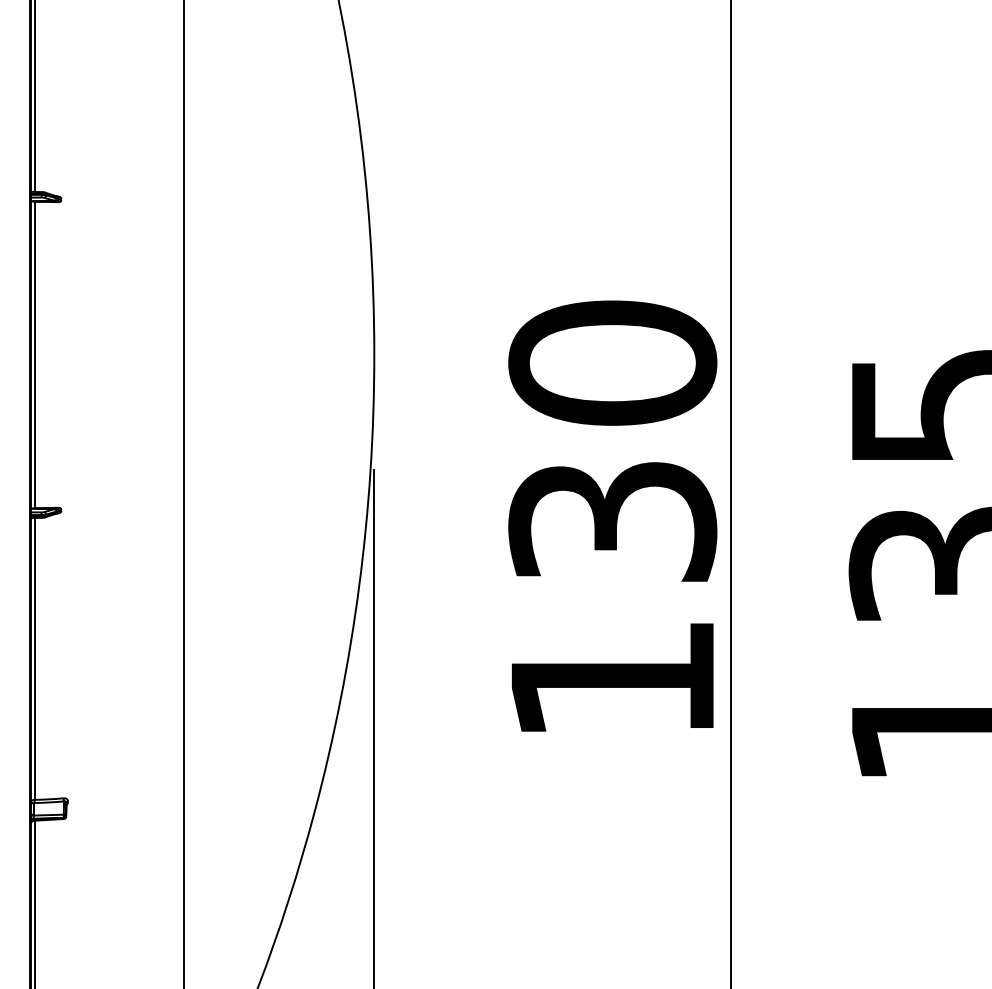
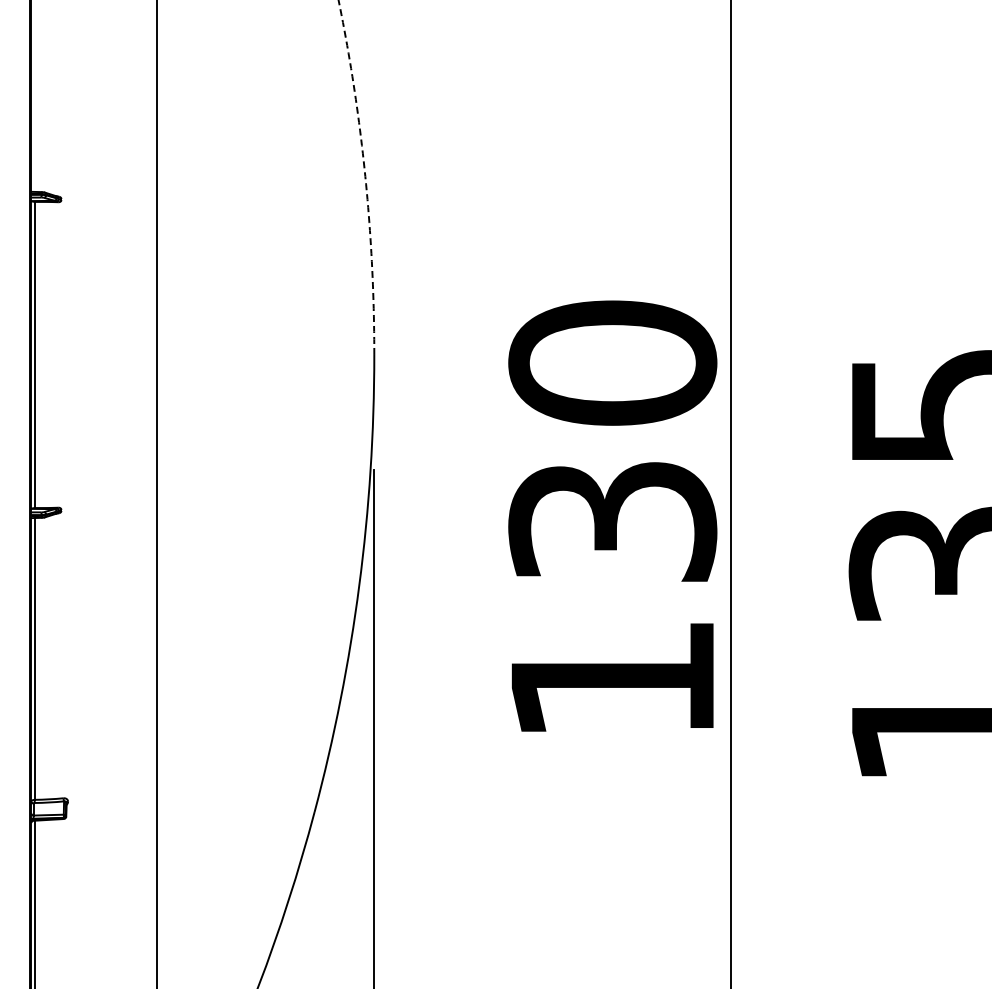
line at (34, 96): present -> none
arc at (365, 176): solid -> dashed
line at (184, 493) position: (184, 493) -> (157, 493)
